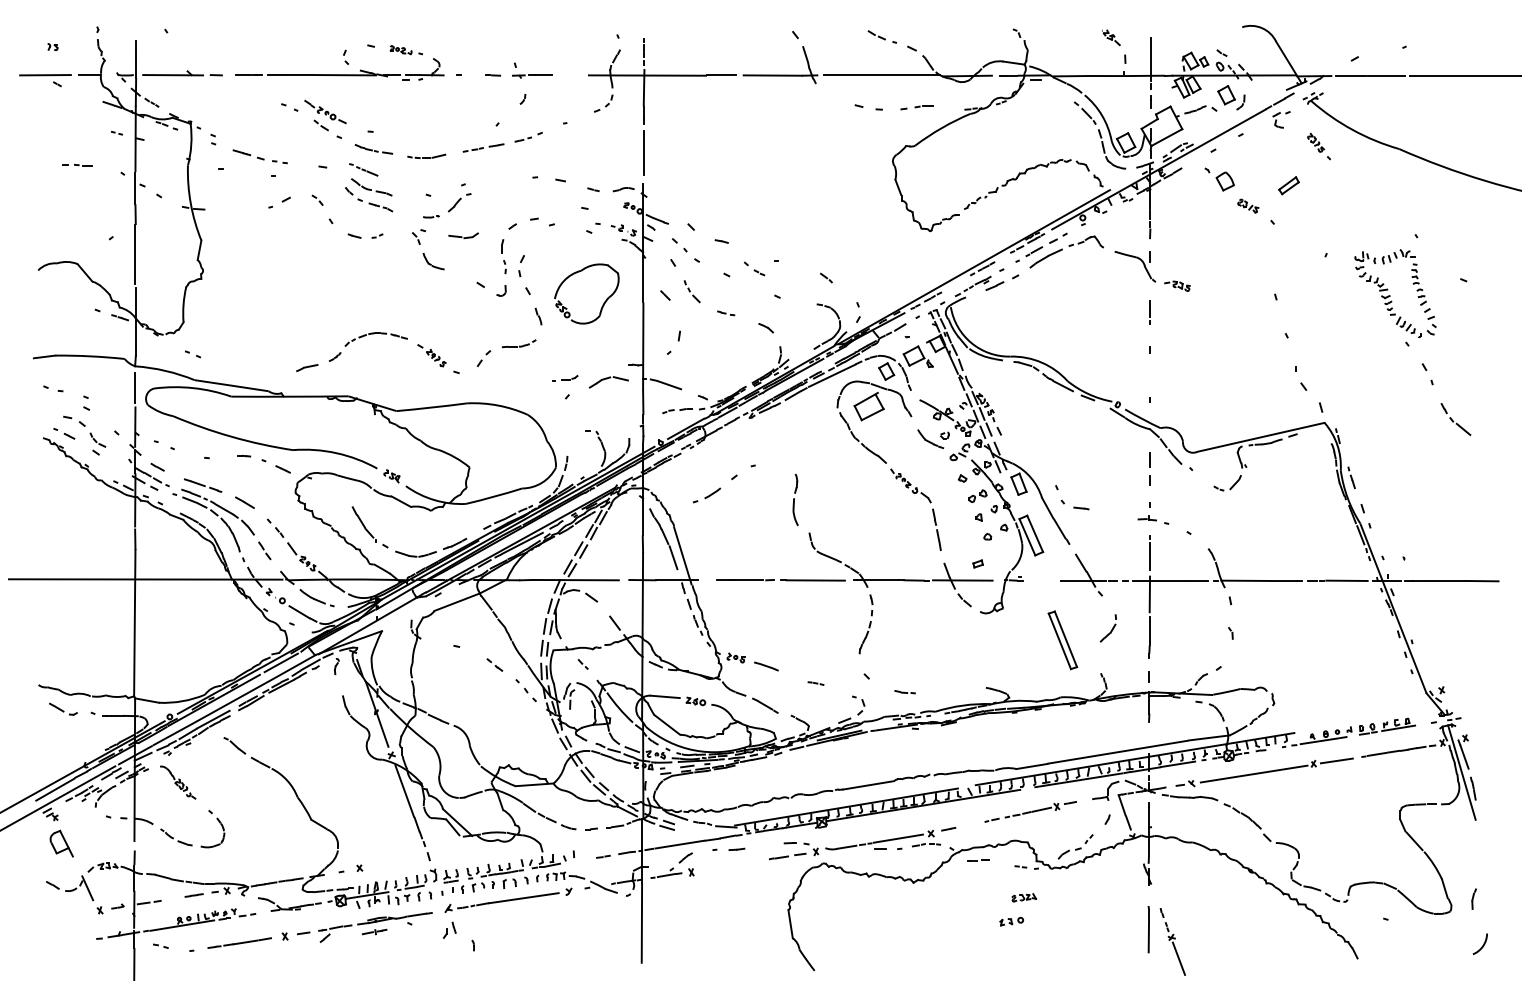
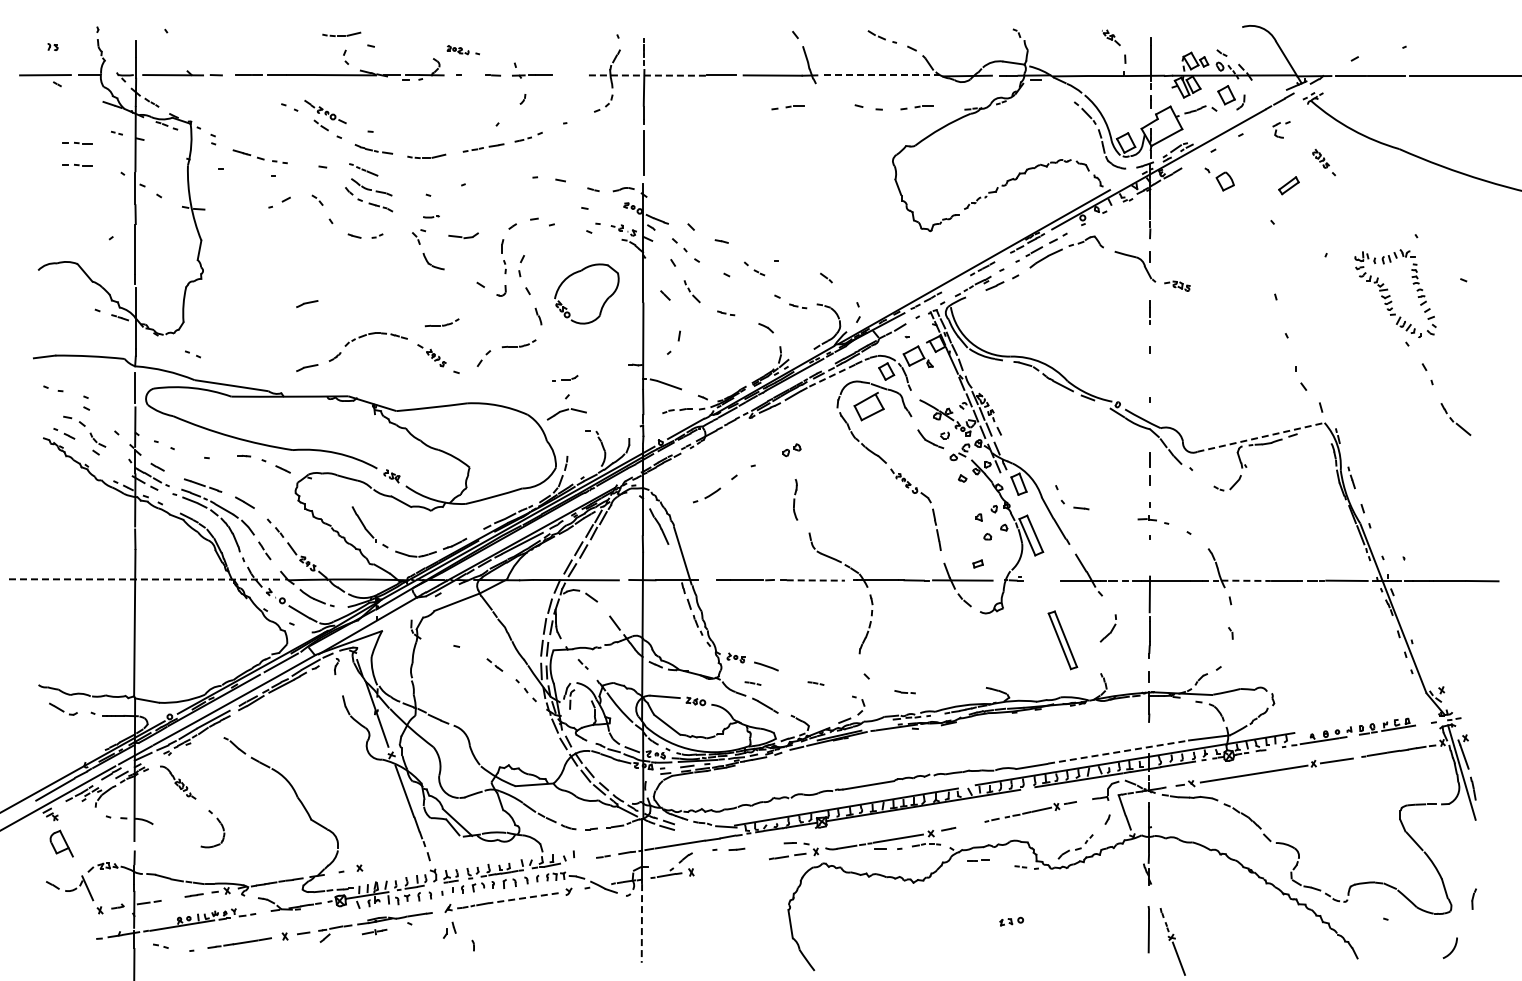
part at (341, 33): none -> present
part at (405, 50) position: (405, 50) -> (462, 50)
line at (647, 75): solid -> dashed
line at (881, 75): solid -> dashed
part at (787, 107): none -> present
part at (1281, 119) position: (1281, 119) -> (1281, 129)
part at (77, 142): none -> present
part at (1318, 146) position: (1318, 146) -> (1323, 162)
part at (459, 202): present -> none
part at (1248, 205): present -> none
part at (307, 303): none -> present
part at (798, 306): none -> present
part at (441, 322): none -> present
line at (832, 375): solid -> dashed
part at (608, 382) position: (608, 382) -> (566, 414)
line at (1261, 437): solid -> dashed
part at (977, 496) position: (977, 496) -> (791, 450)
part at (795, 499) size: 7x53 px -> 6x42 px
line at (1149, 555): present -> none
line at (673, 557): present -> none
line at (145, 579): solid -> dashed
line at (816, 580): solid -> dashed
line at (1246, 580): solid -> dashed
line at (752, 683): none -> present
line at (1117, 752): solid -> dashed
part at (176, 837): present -> none
part at (1023, 897): present -> none
line at (523, 898): solid -> dashed
line at (641, 923): solid -> dashed
arc at (1482, 945) position: (1482, 945) -> (1452, 949)
